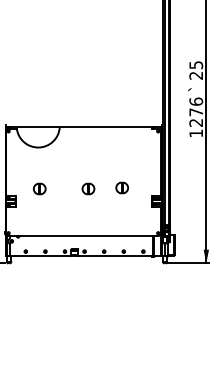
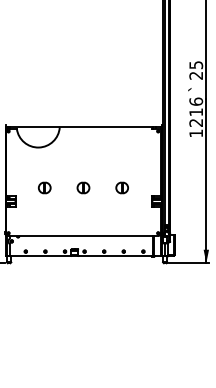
text at (195, 112): 1276 -> 1216
part at (39, 188) position: (39, 188) -> (44, 187)
part at (88, 188) position: (88, 188) -> (83, 187)
